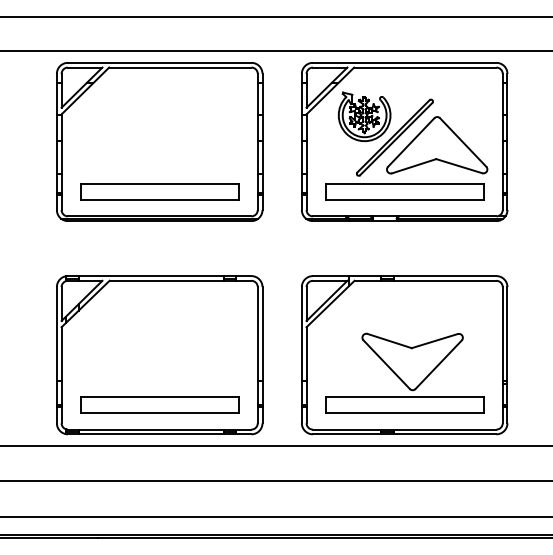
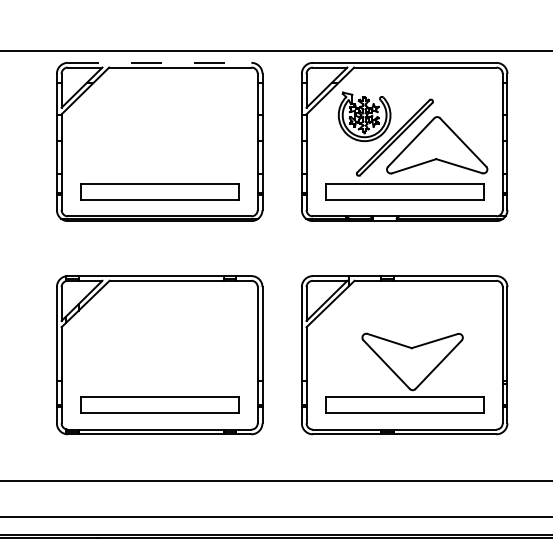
line at (275, 16): present -> none
line at (159, 62): solid -> dashed
line at (275, 446): present -> none
